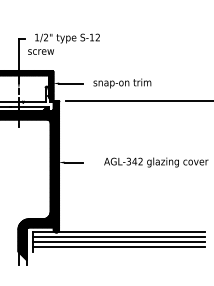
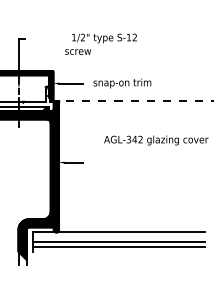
text at (63, 43) position: (63, 43) -> (100, 43)
line at (140, 101): solid -> dashed
text at (156, 162) position: (156, 162) -> (156, 140)
line at (119, 237): present -> none
